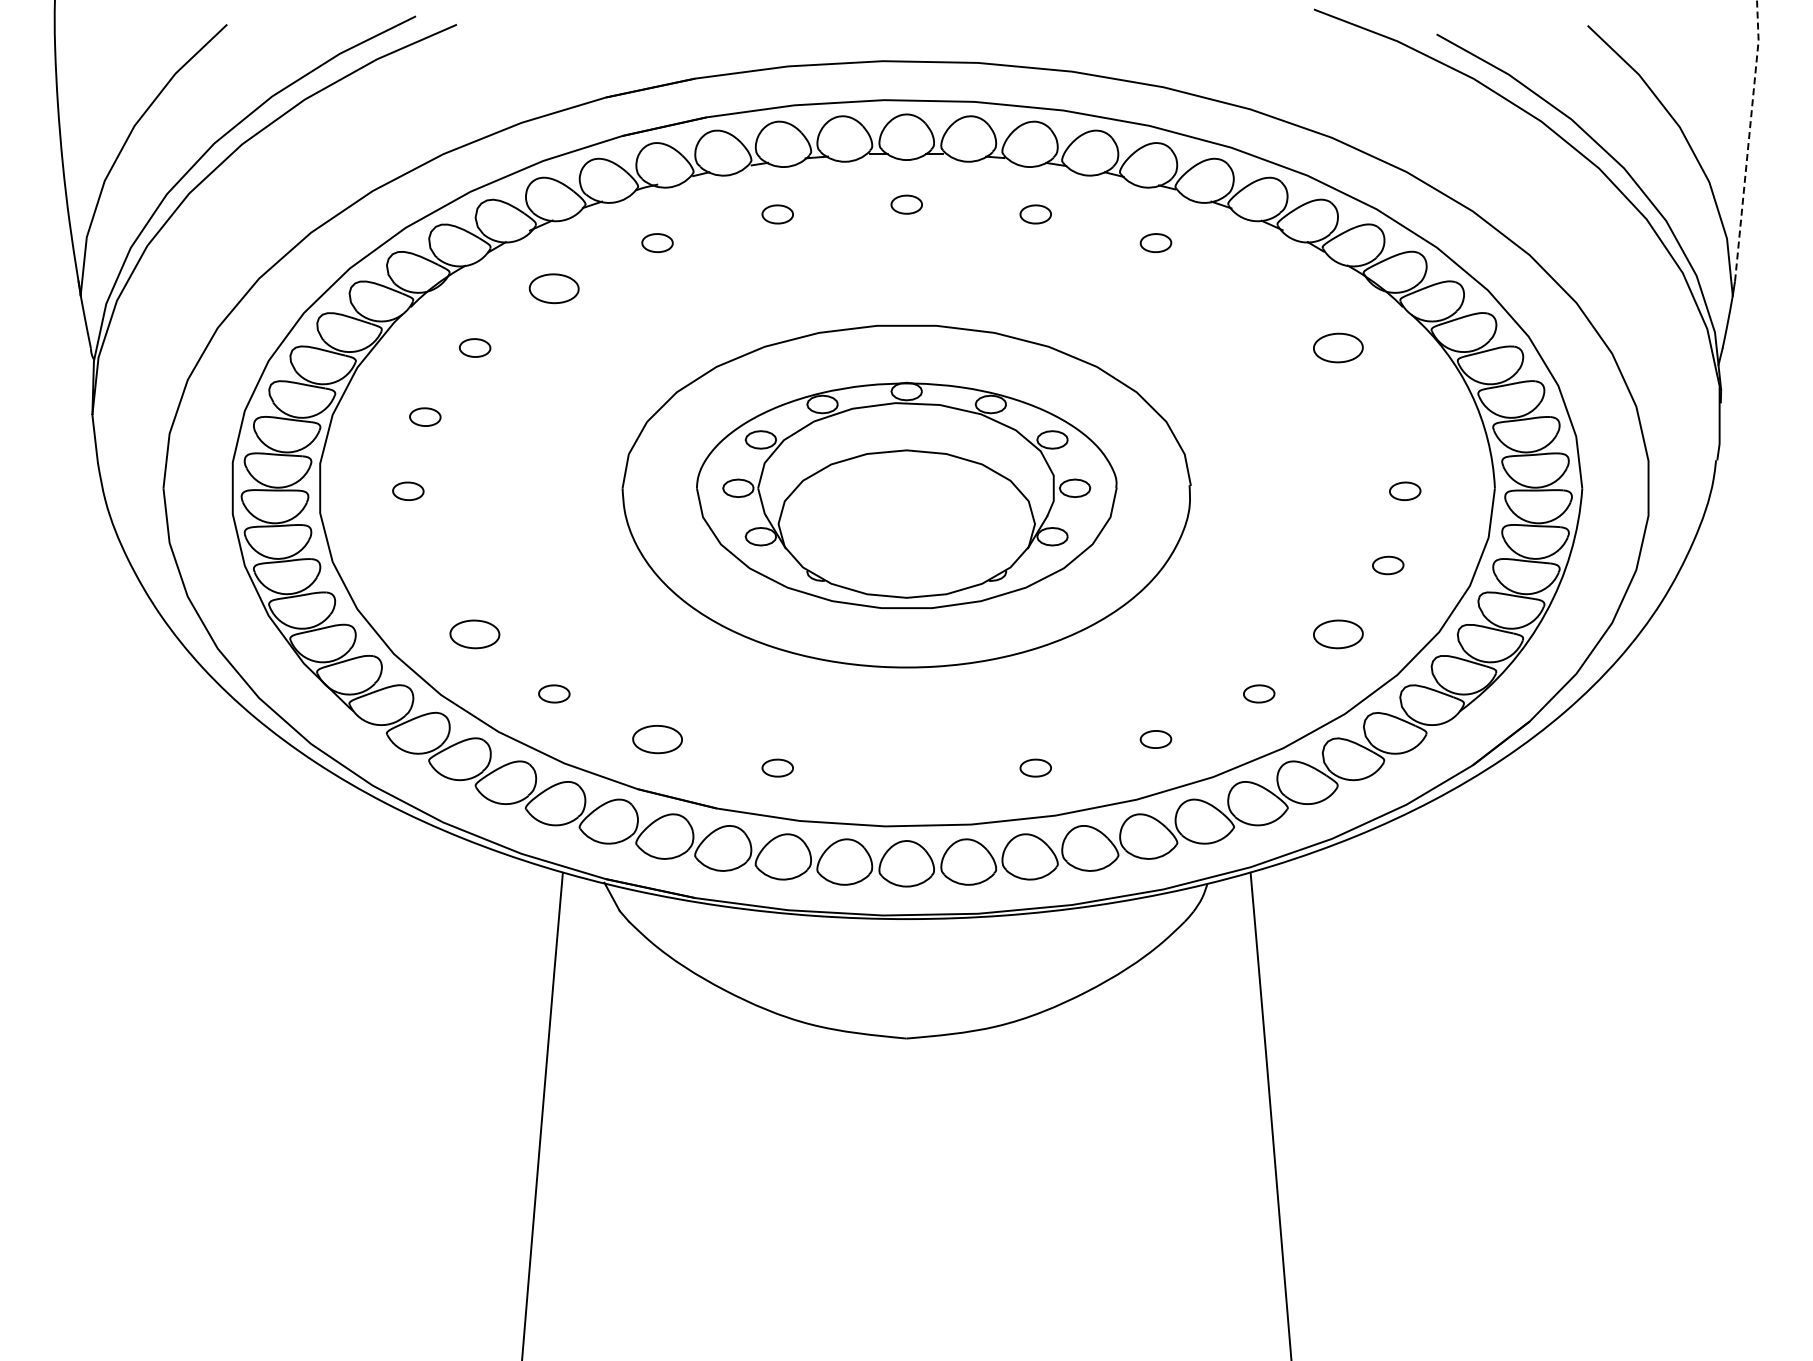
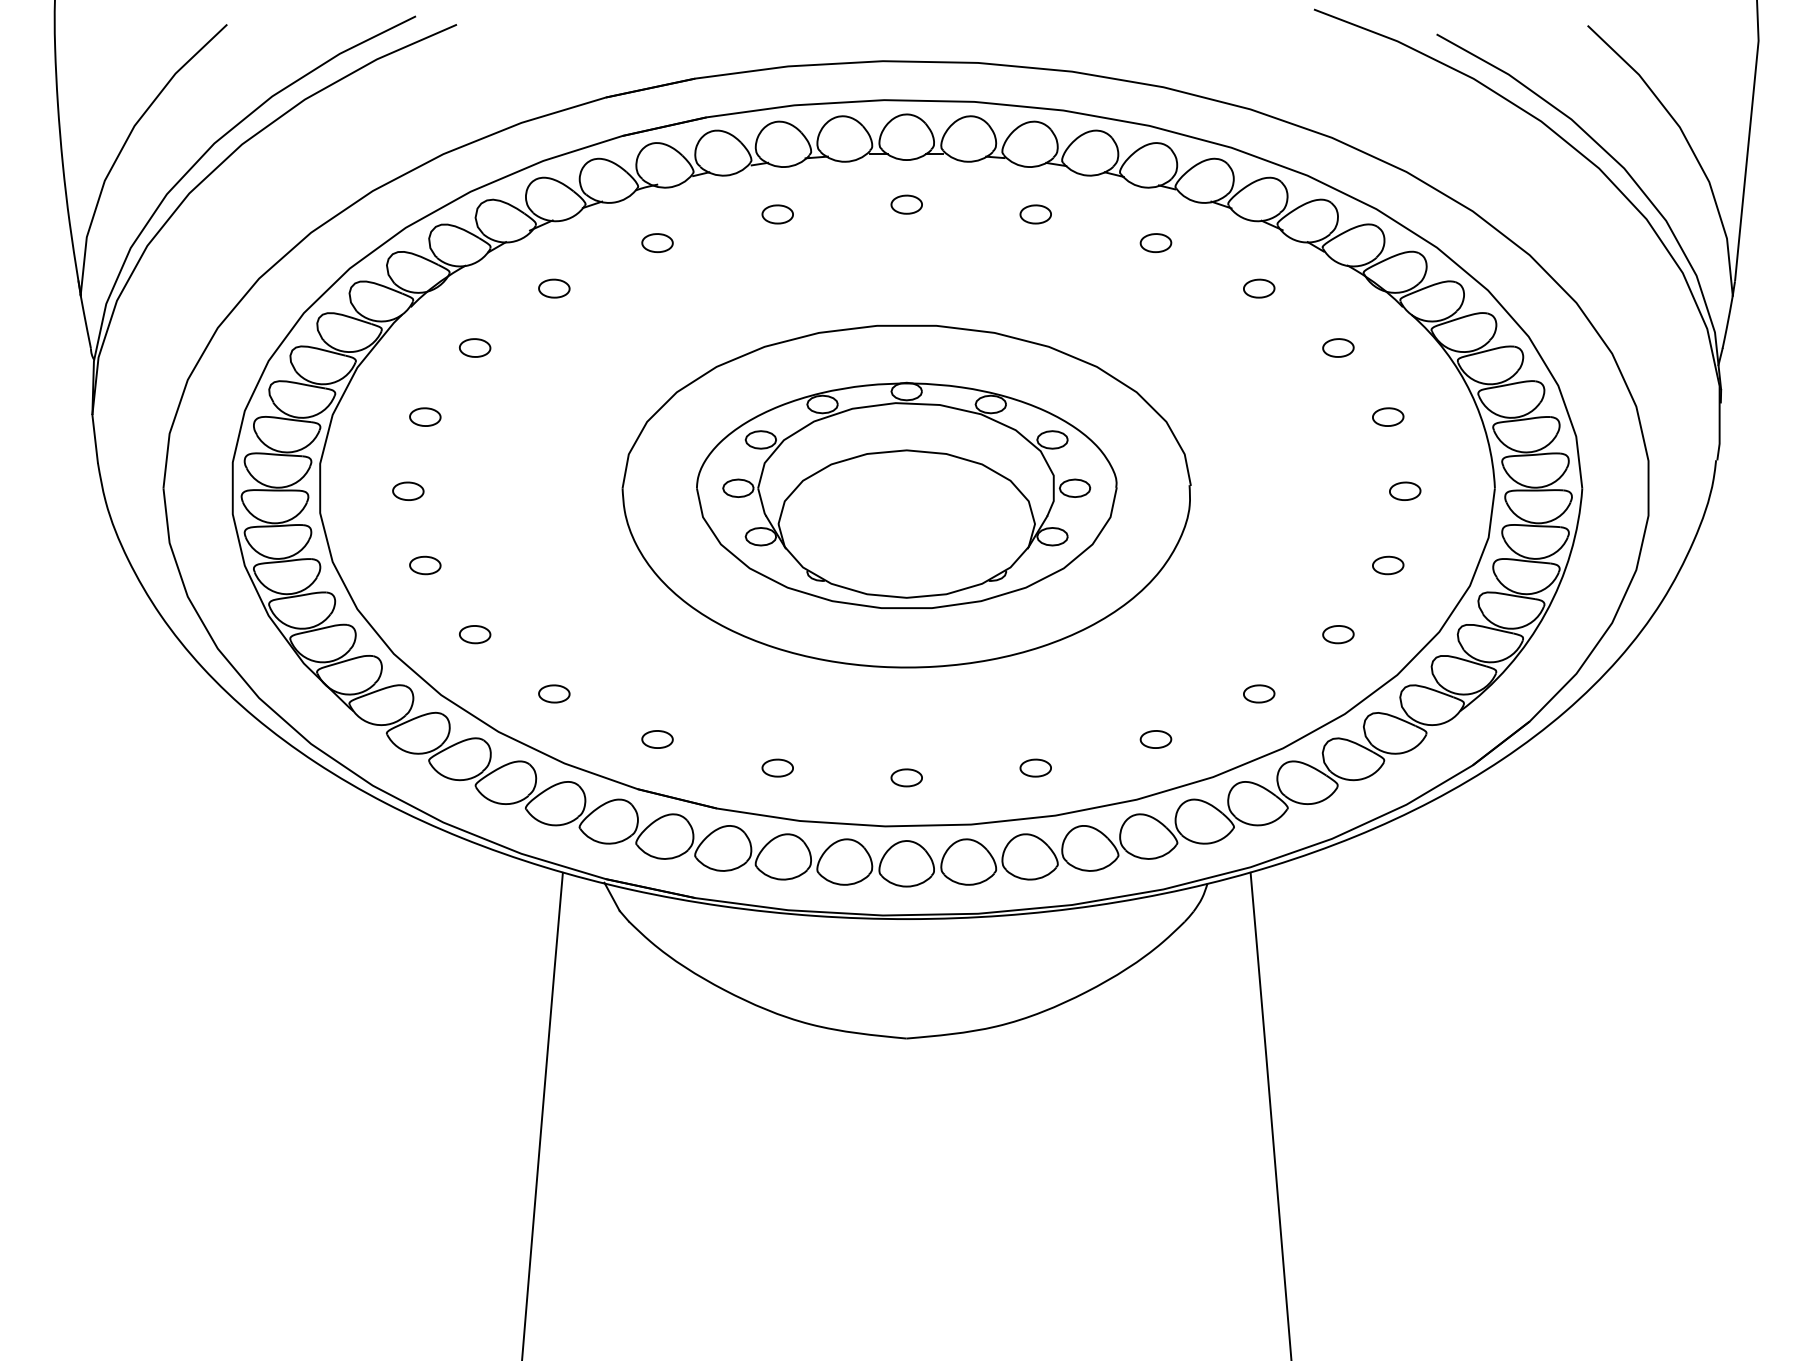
line at (1748, 140): dashed -> solid
part at (553, 288) size: 52x32 px -> 33x21 px
part at (1259, 288): none -> present
part at (1338, 347) size: 51x32 px -> 33x20 px
part at (1388, 416): none -> present
part at (425, 565): none -> present
part at (474, 634) size: 52x31 px -> 33x20 px
part at (1338, 634) size: 51x31 px -> 33x20 px
part at (657, 739) size: 51x30 px -> 33x19 px
part at (906, 777): none -> present
